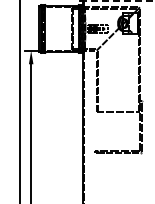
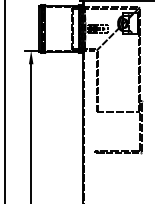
line at (117, 0): dashed -> solid
line at (20, 101) position: (20, 101) -> (5, 101)
